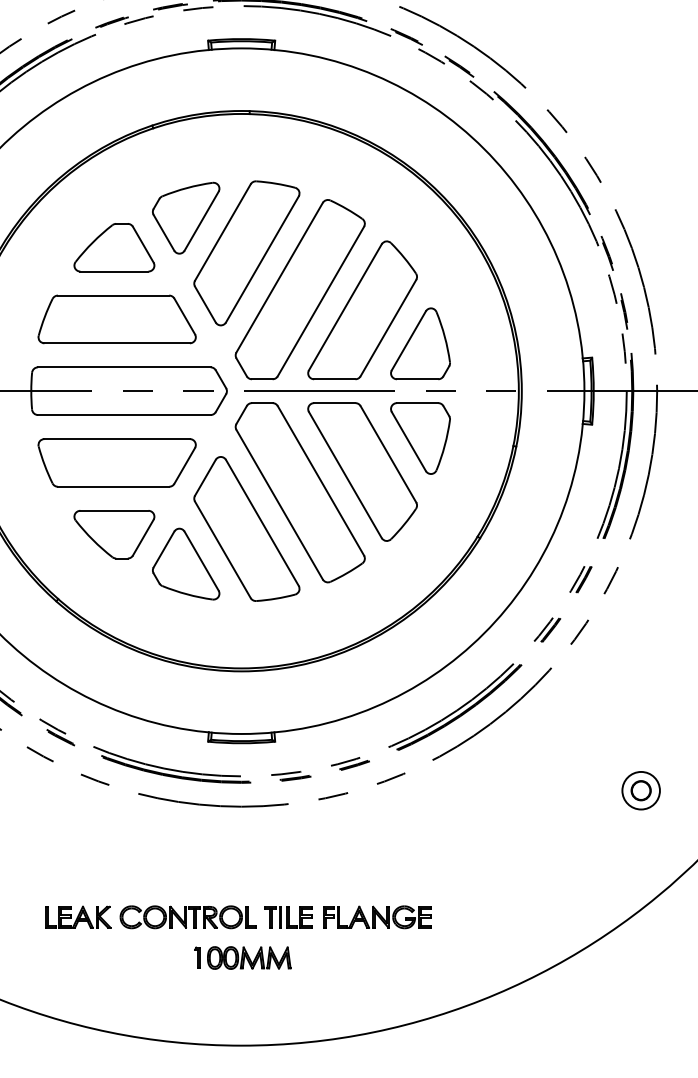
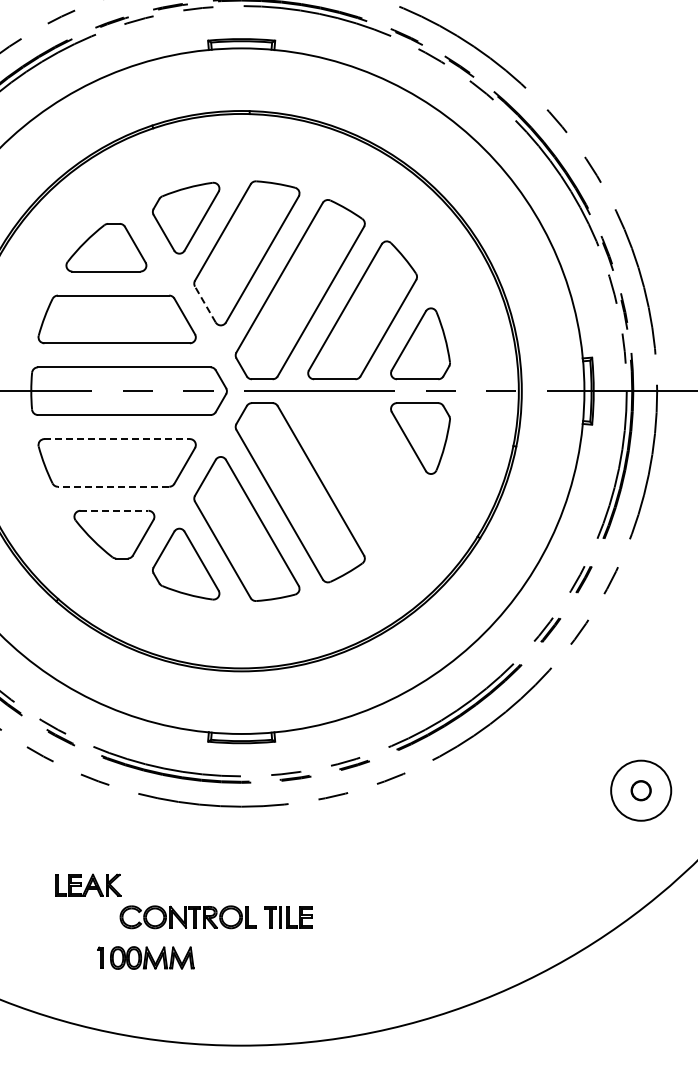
part at (114, 247) position: (114, 247) -> (106, 247)
line at (205, 304): solid -> dashed
line at (117, 439): solid -> dashed
part at (362, 471): present -> none
line at (113, 486): solid -> dashed
line at (114, 510): solid -> dashed
circle at (640, 790) diameter: 38 px -> 60 px
part at (78, 916) position: (78, 916) -> (88, 884)
part at (377, 917): present -> none
part at (242, 957) position: (242, 957) -> (145, 957)
